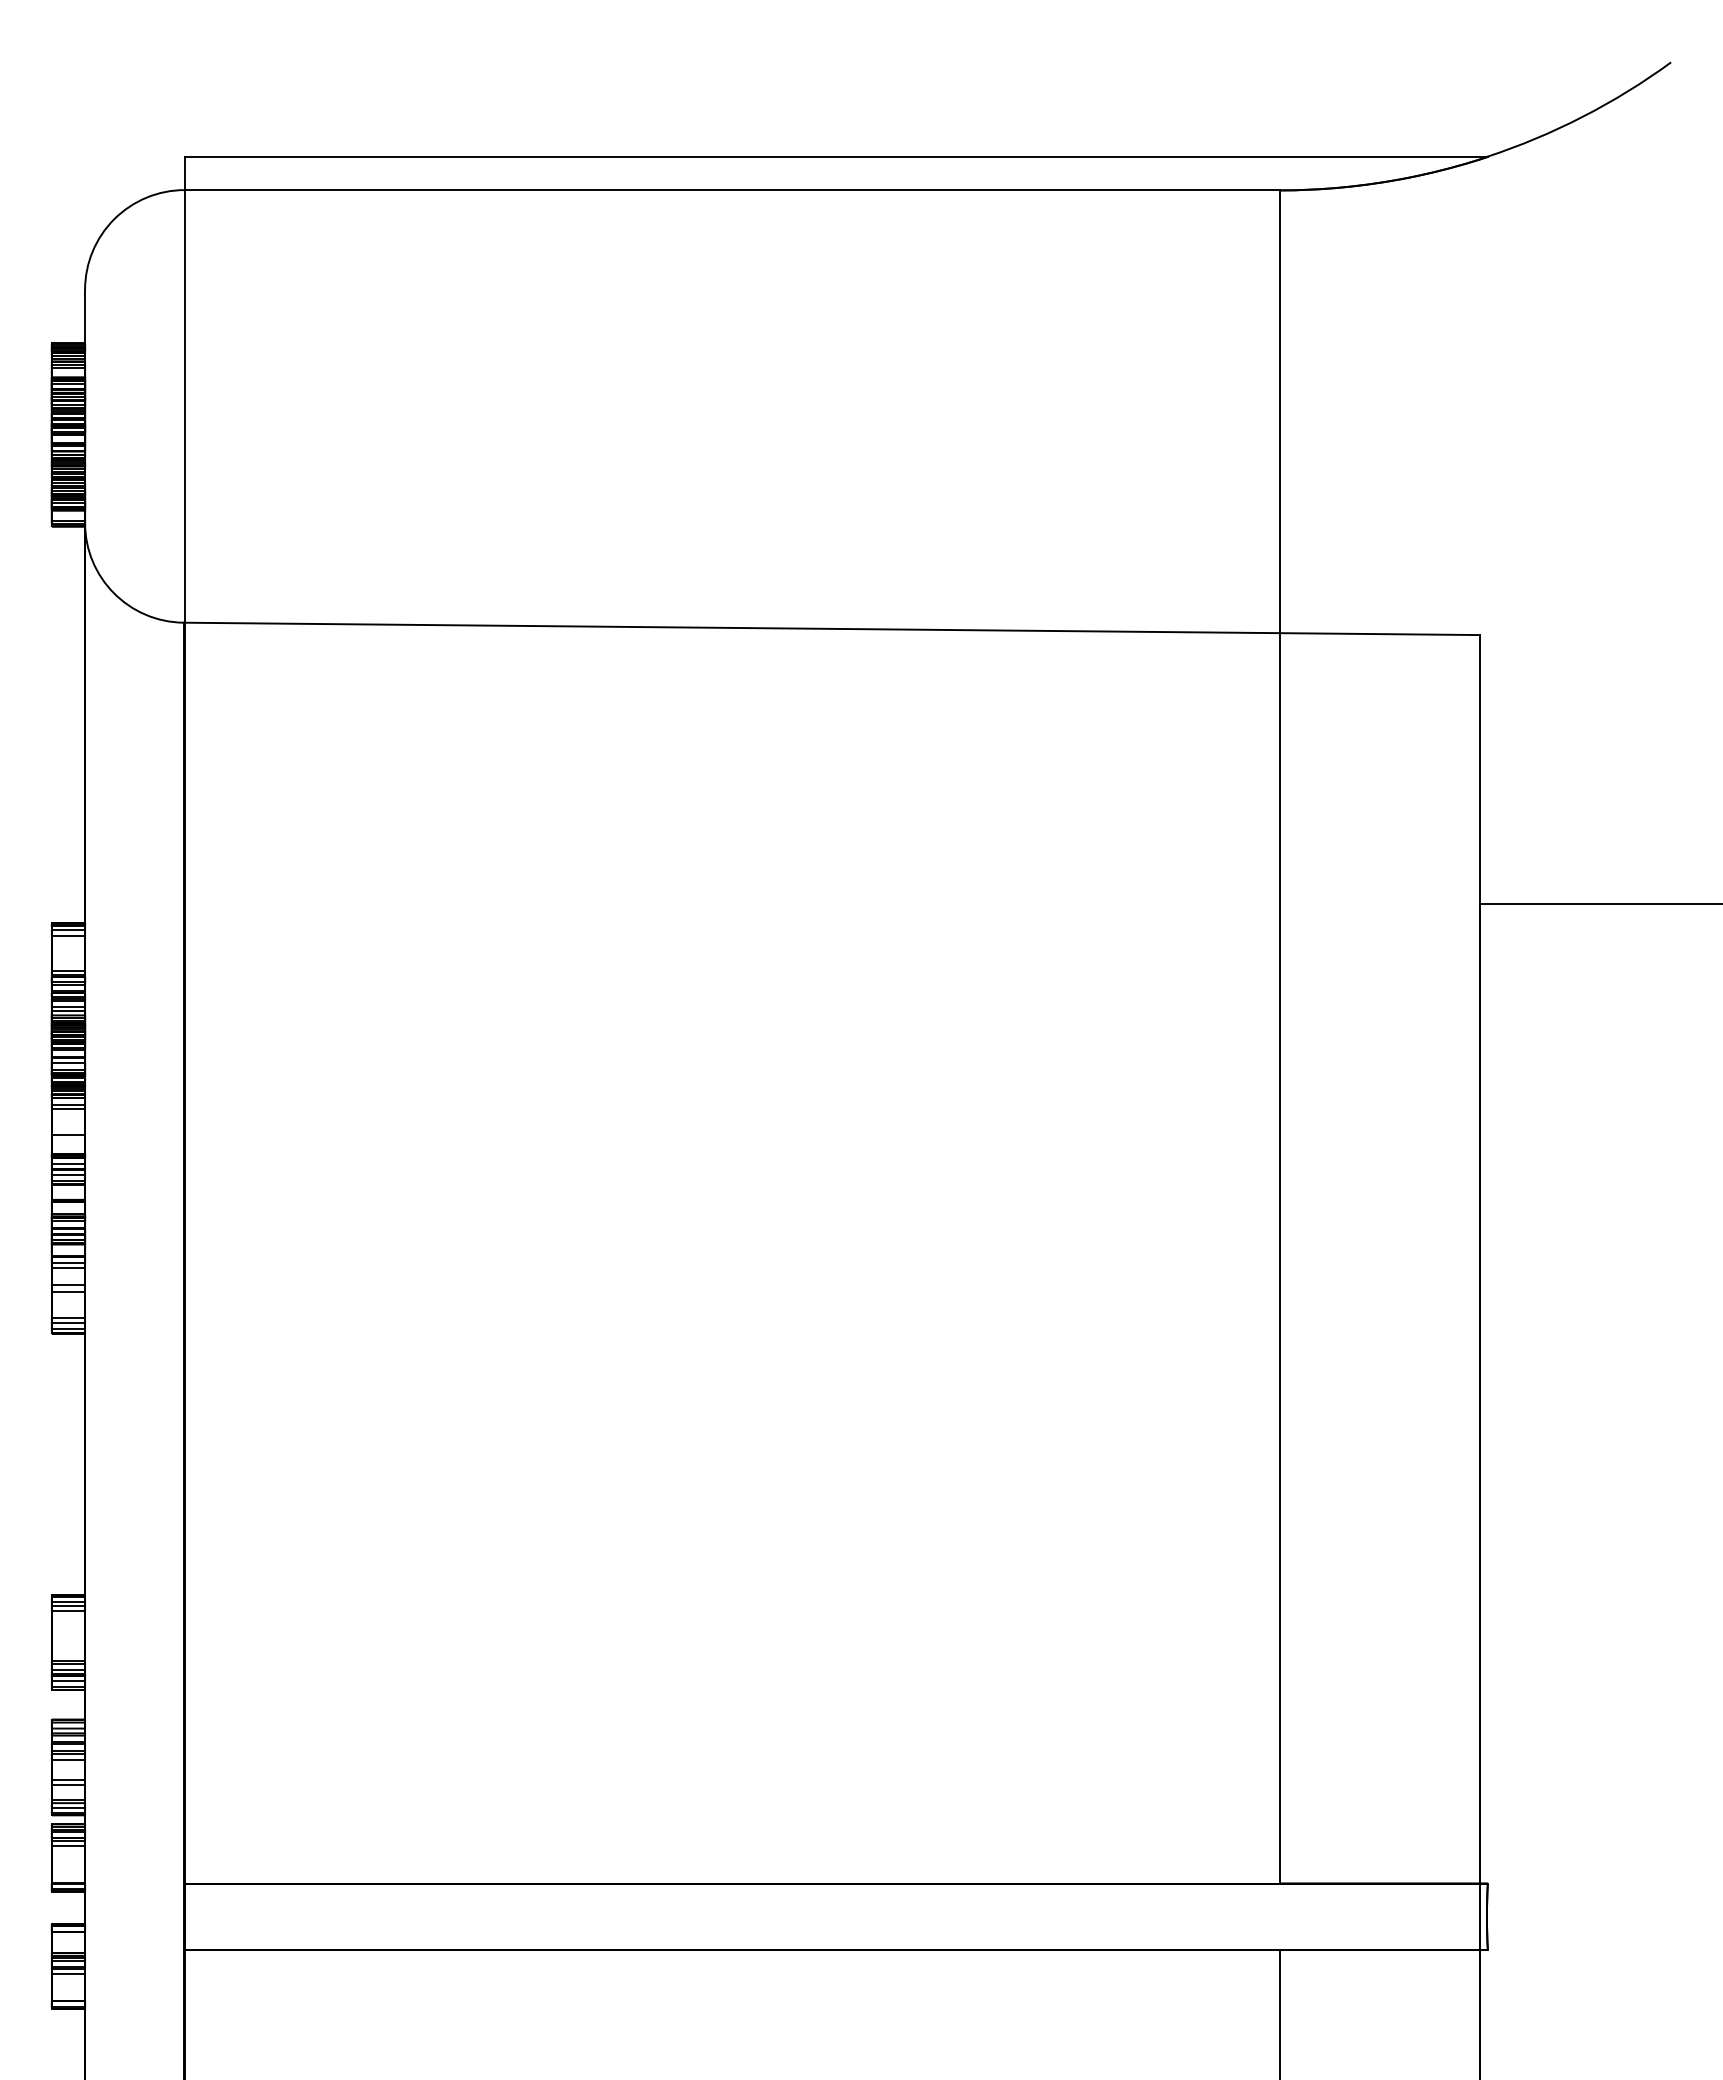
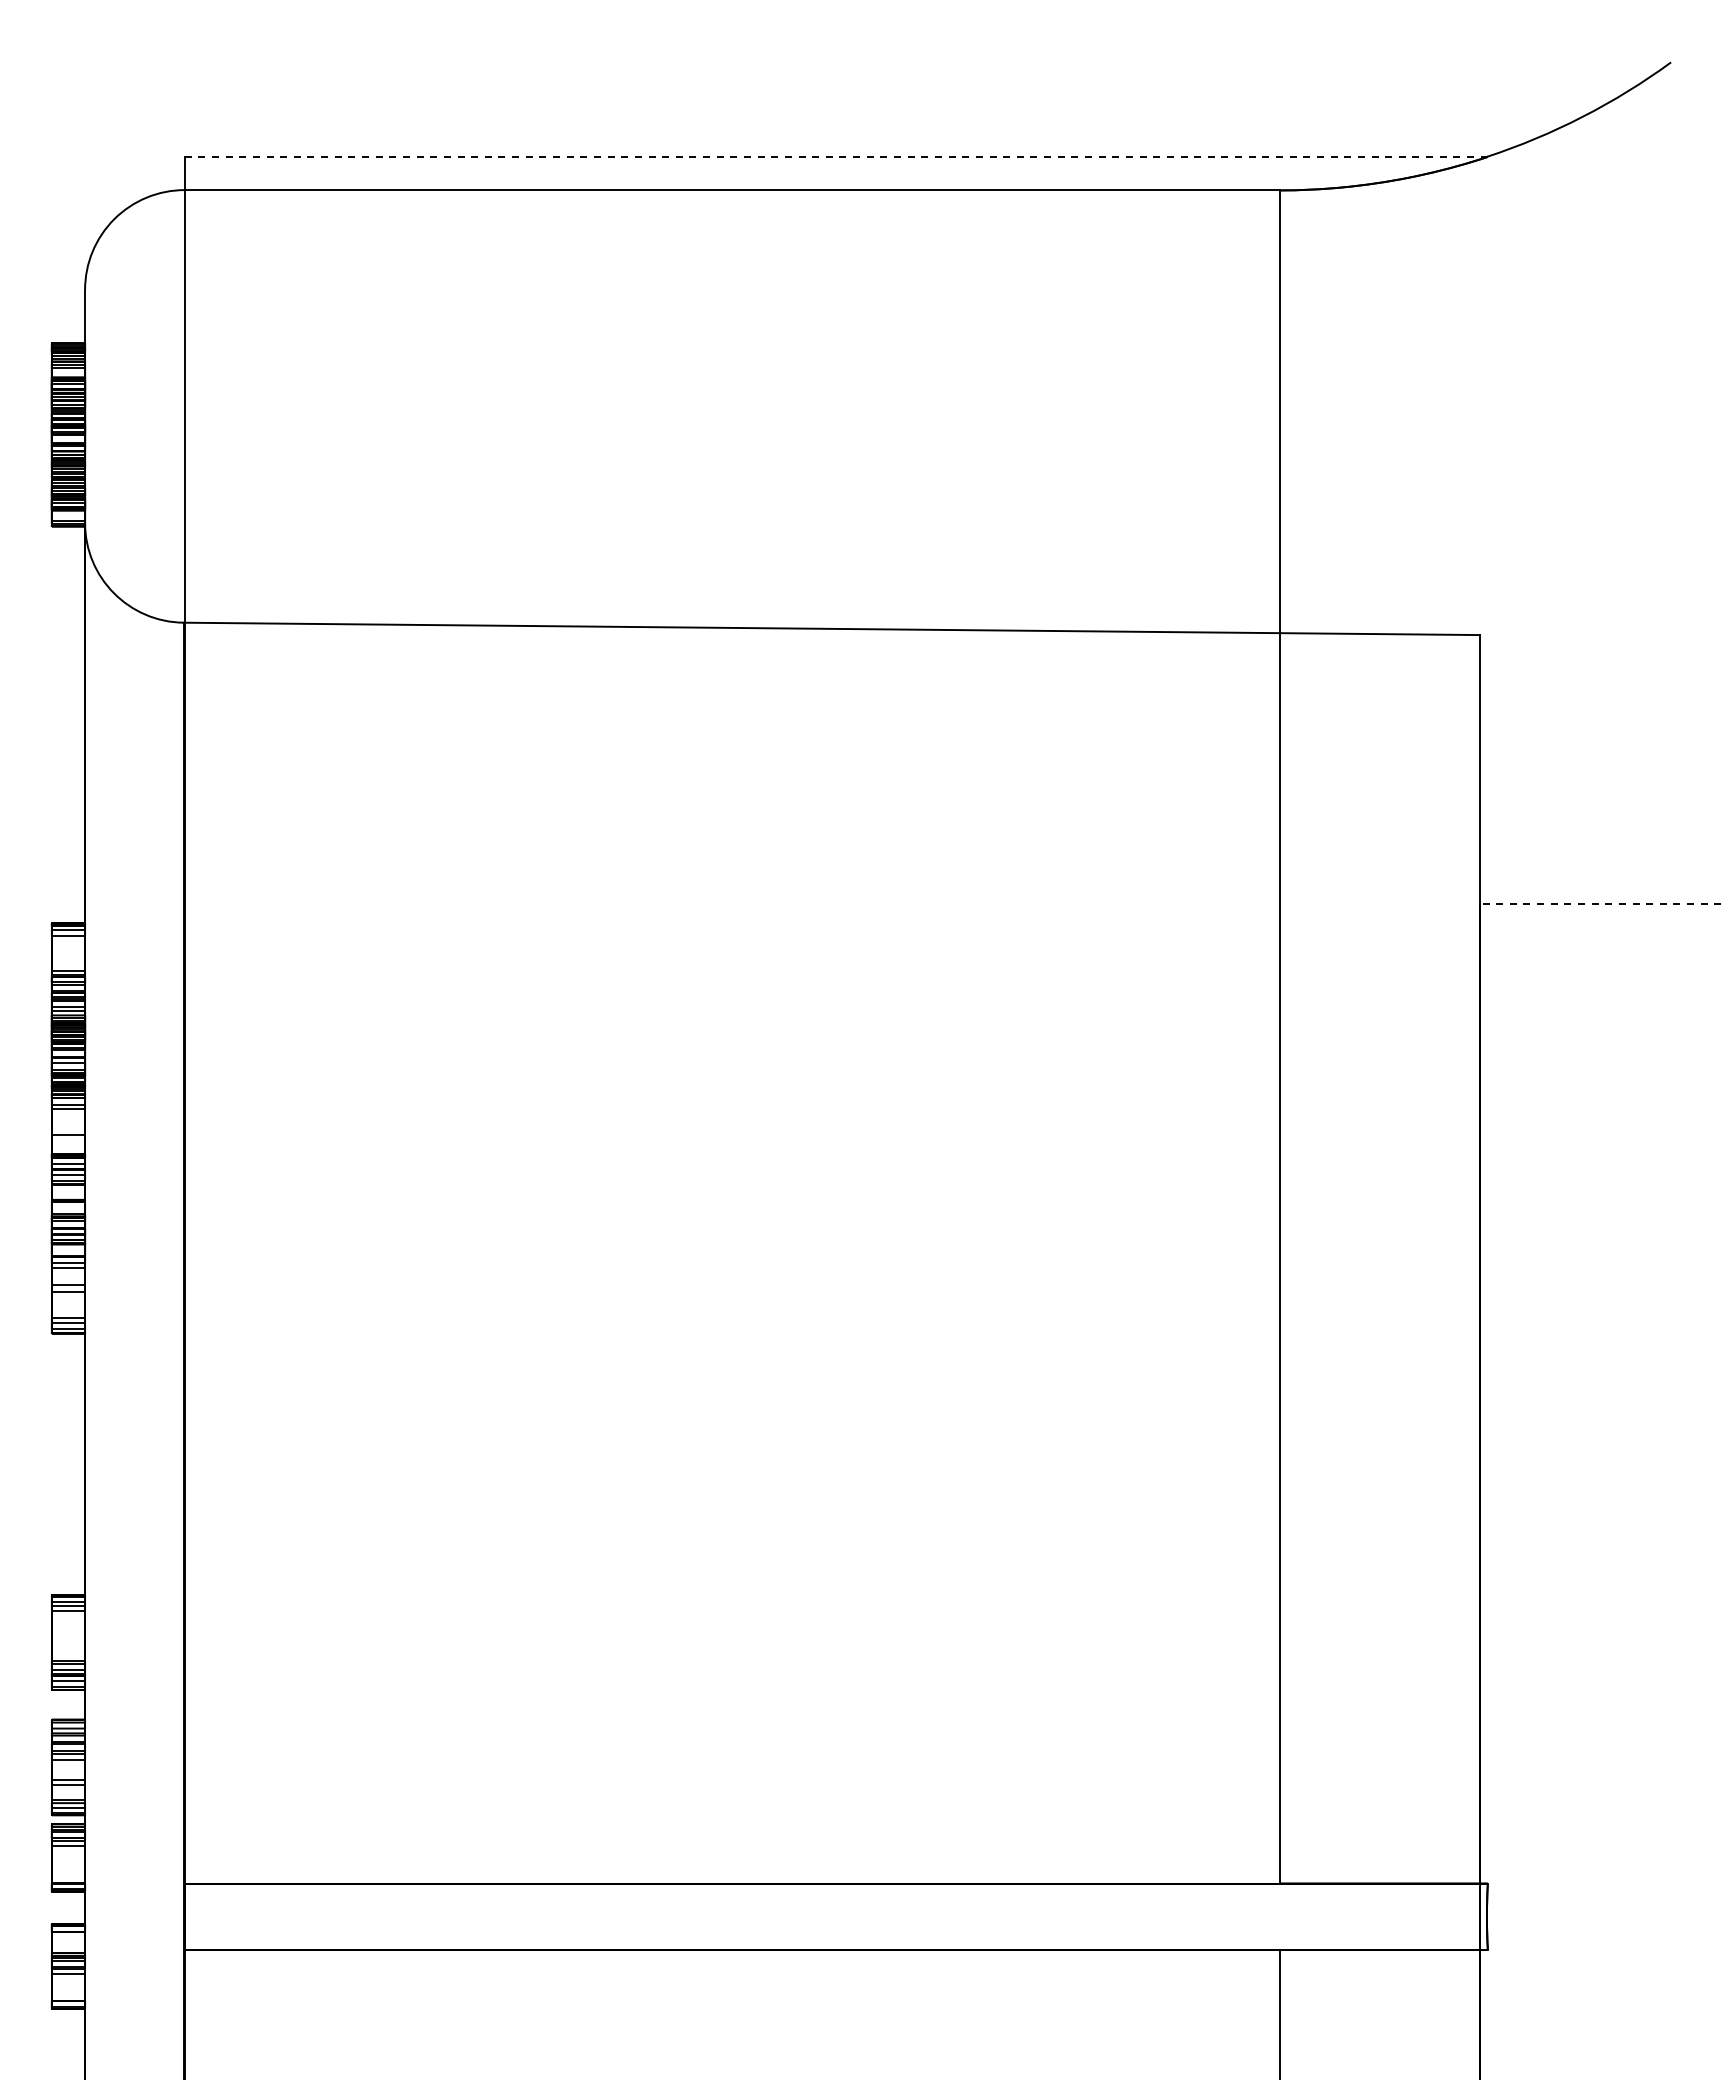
line at (836, 156): solid -> dashed
line at (1600, 904): solid -> dashed
